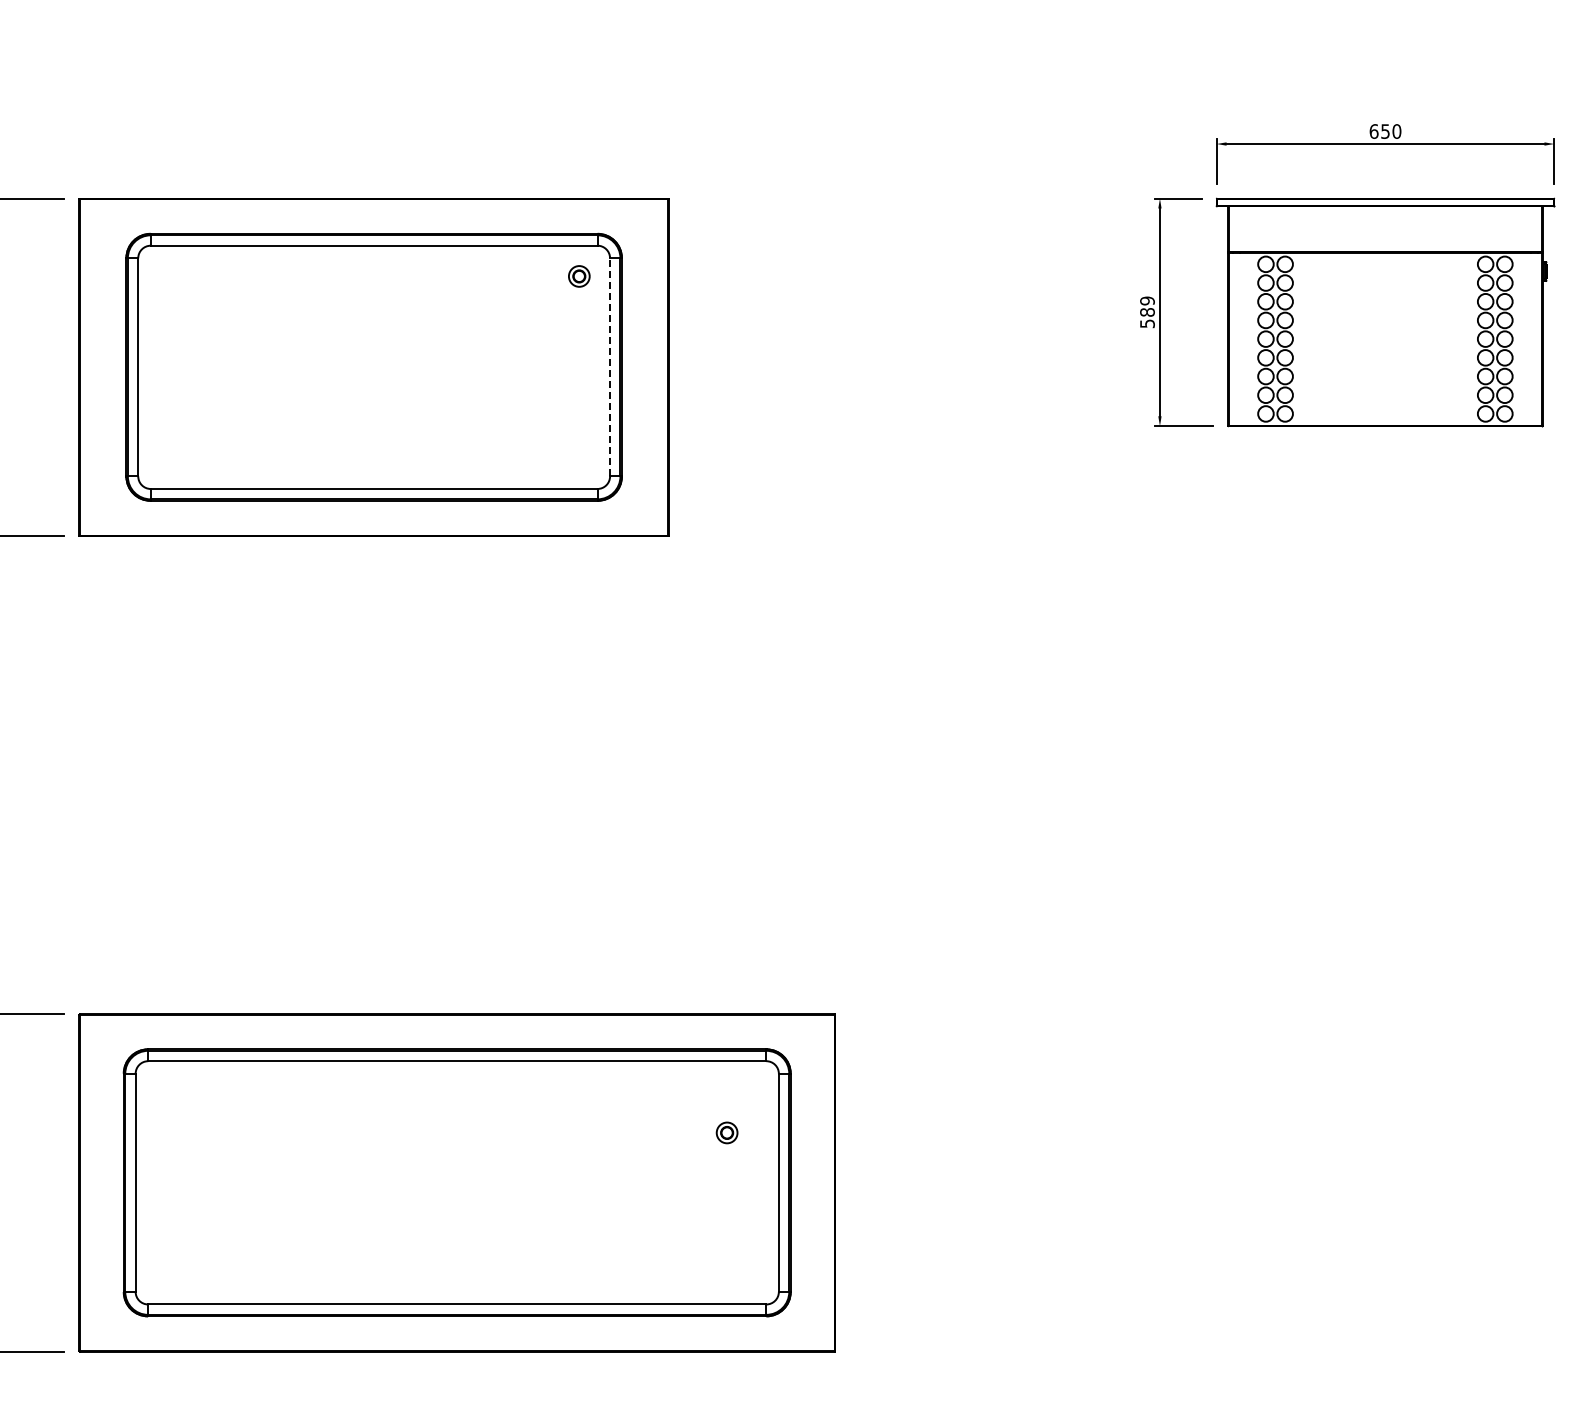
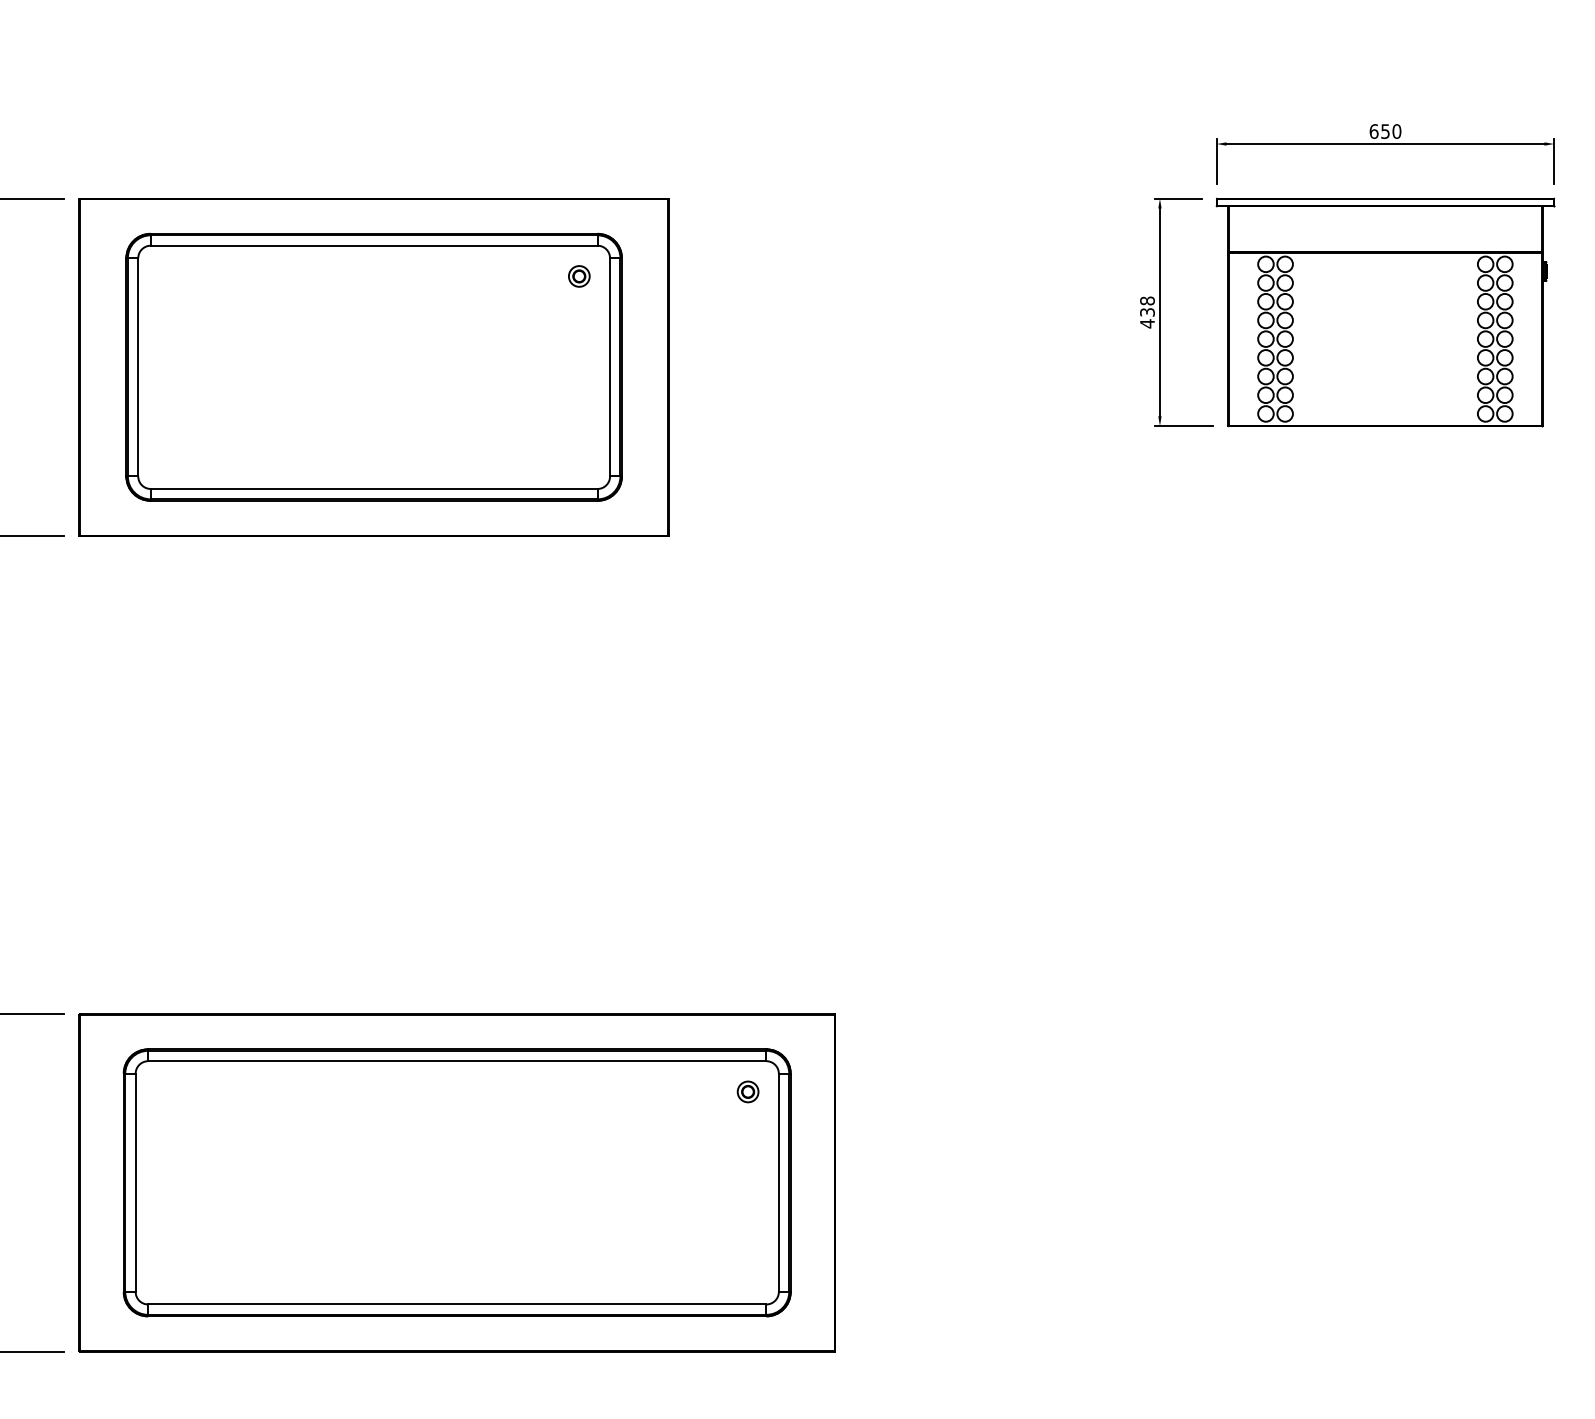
text at (1147, 312): 589 -> 438
line at (610, 366): dashed -> solid
part at (726, 1132) position: (726, 1132) -> (747, 1091)
